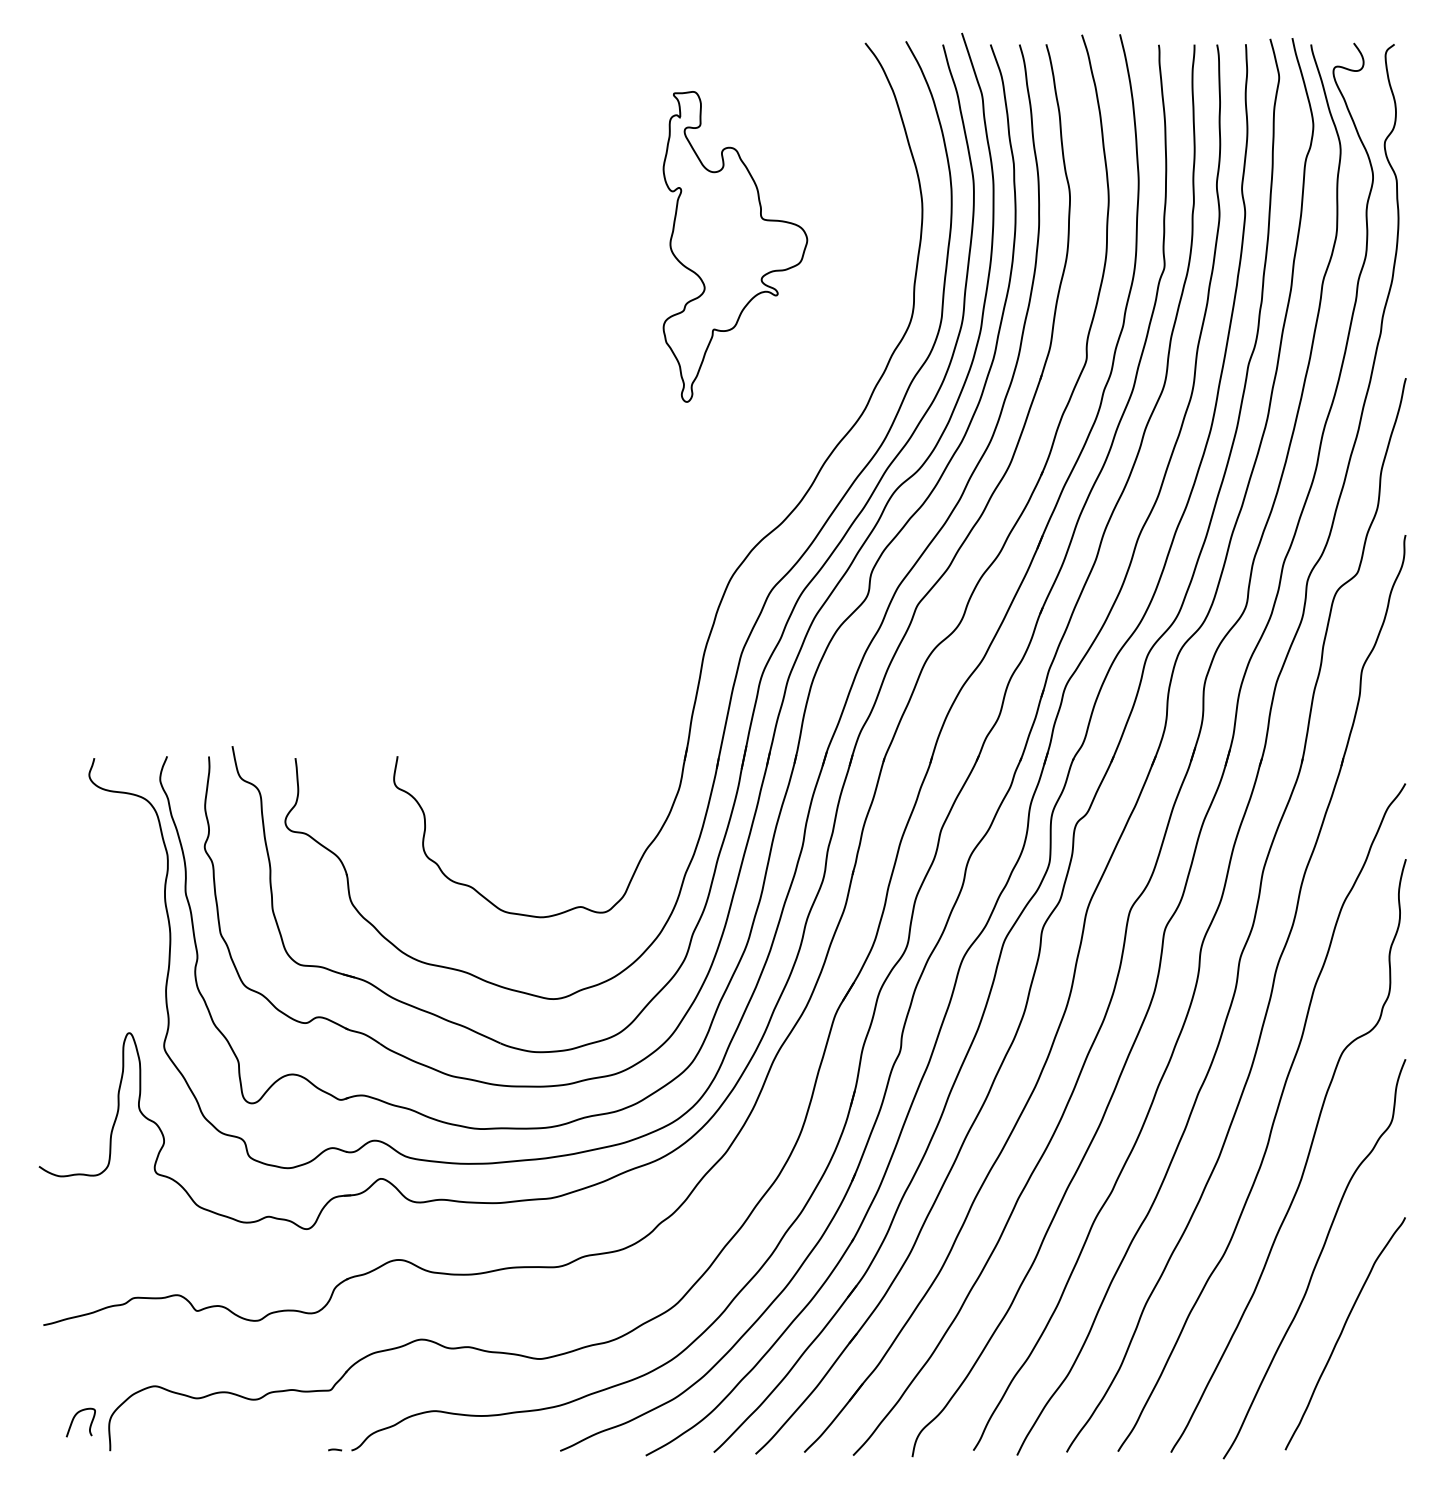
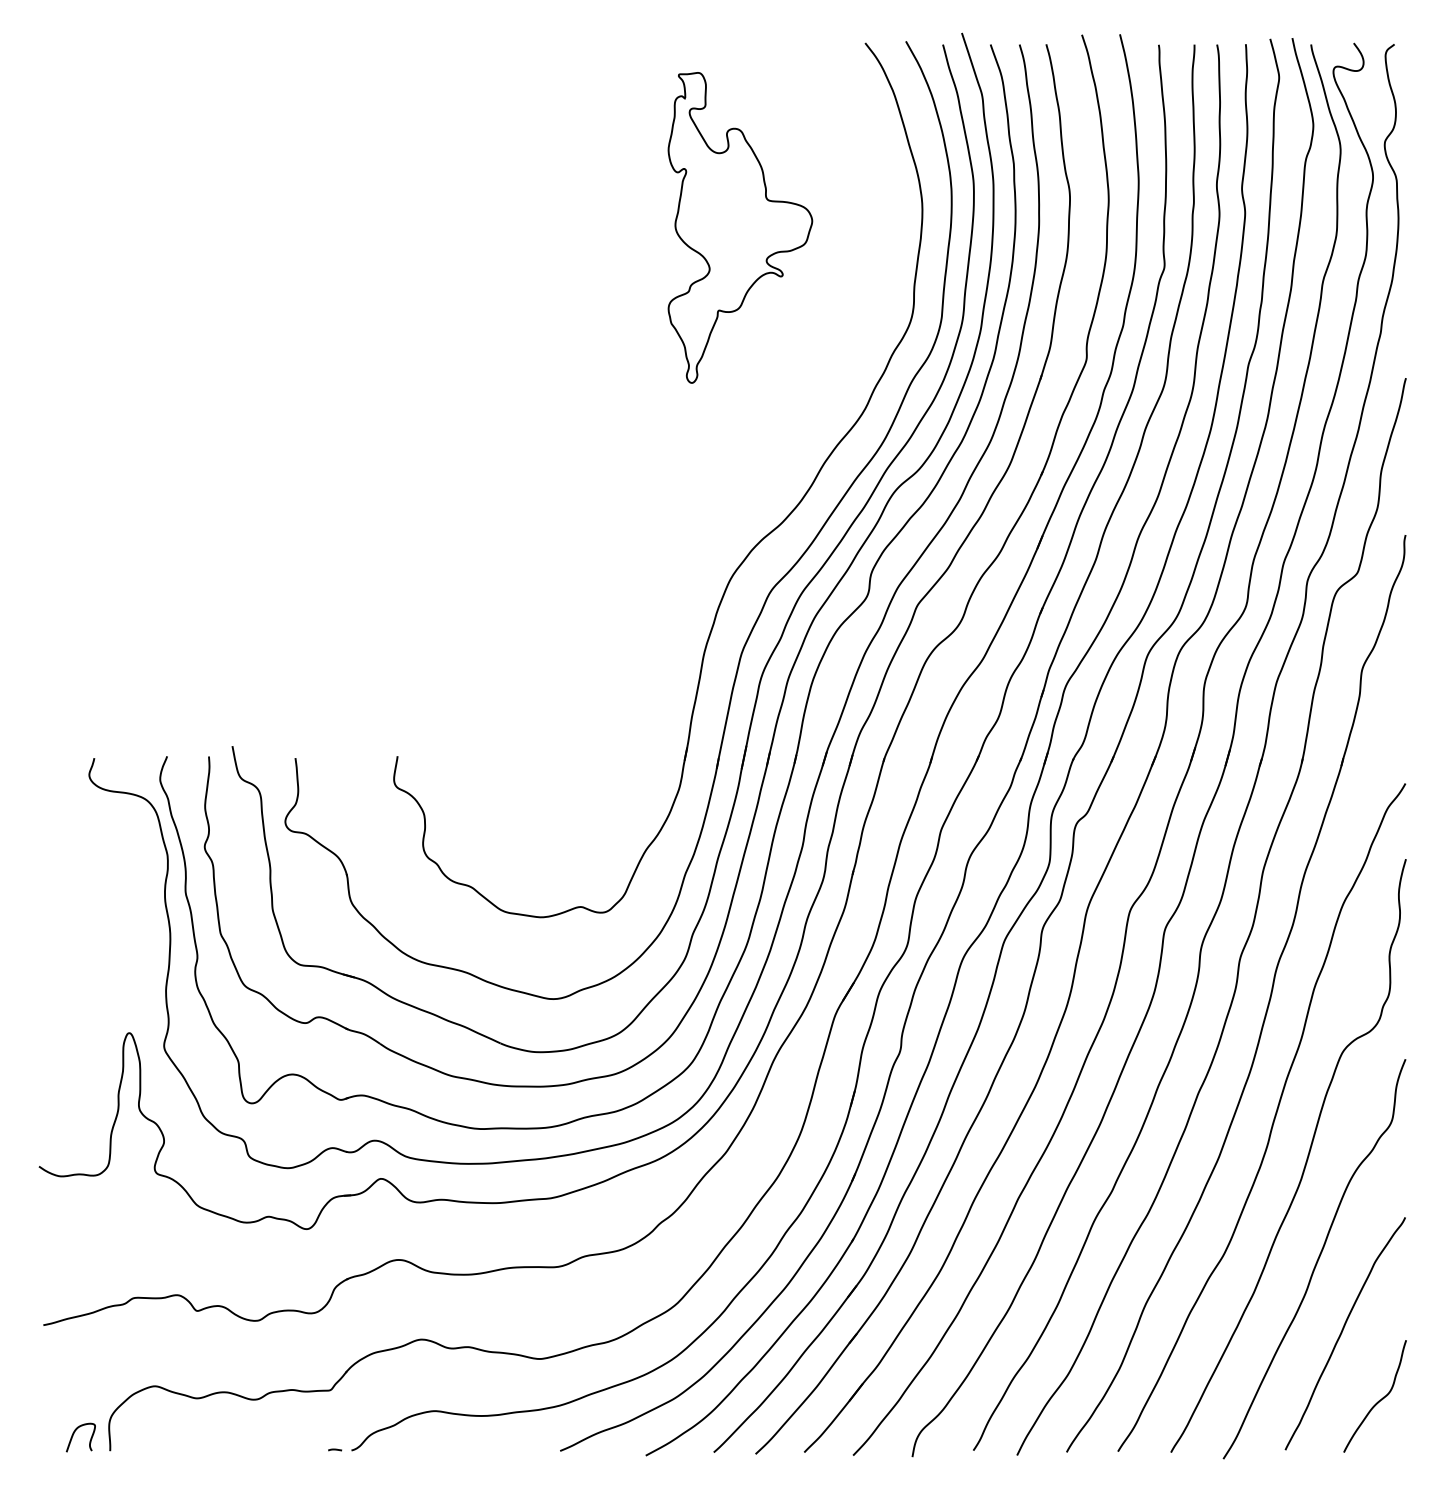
part at (735, 246) position: (735, 246) -> (740, 227)
curve at (1378, 1400): none -> present
curve at (75, 1417) position: (75, 1417) -> (75, 1432)
